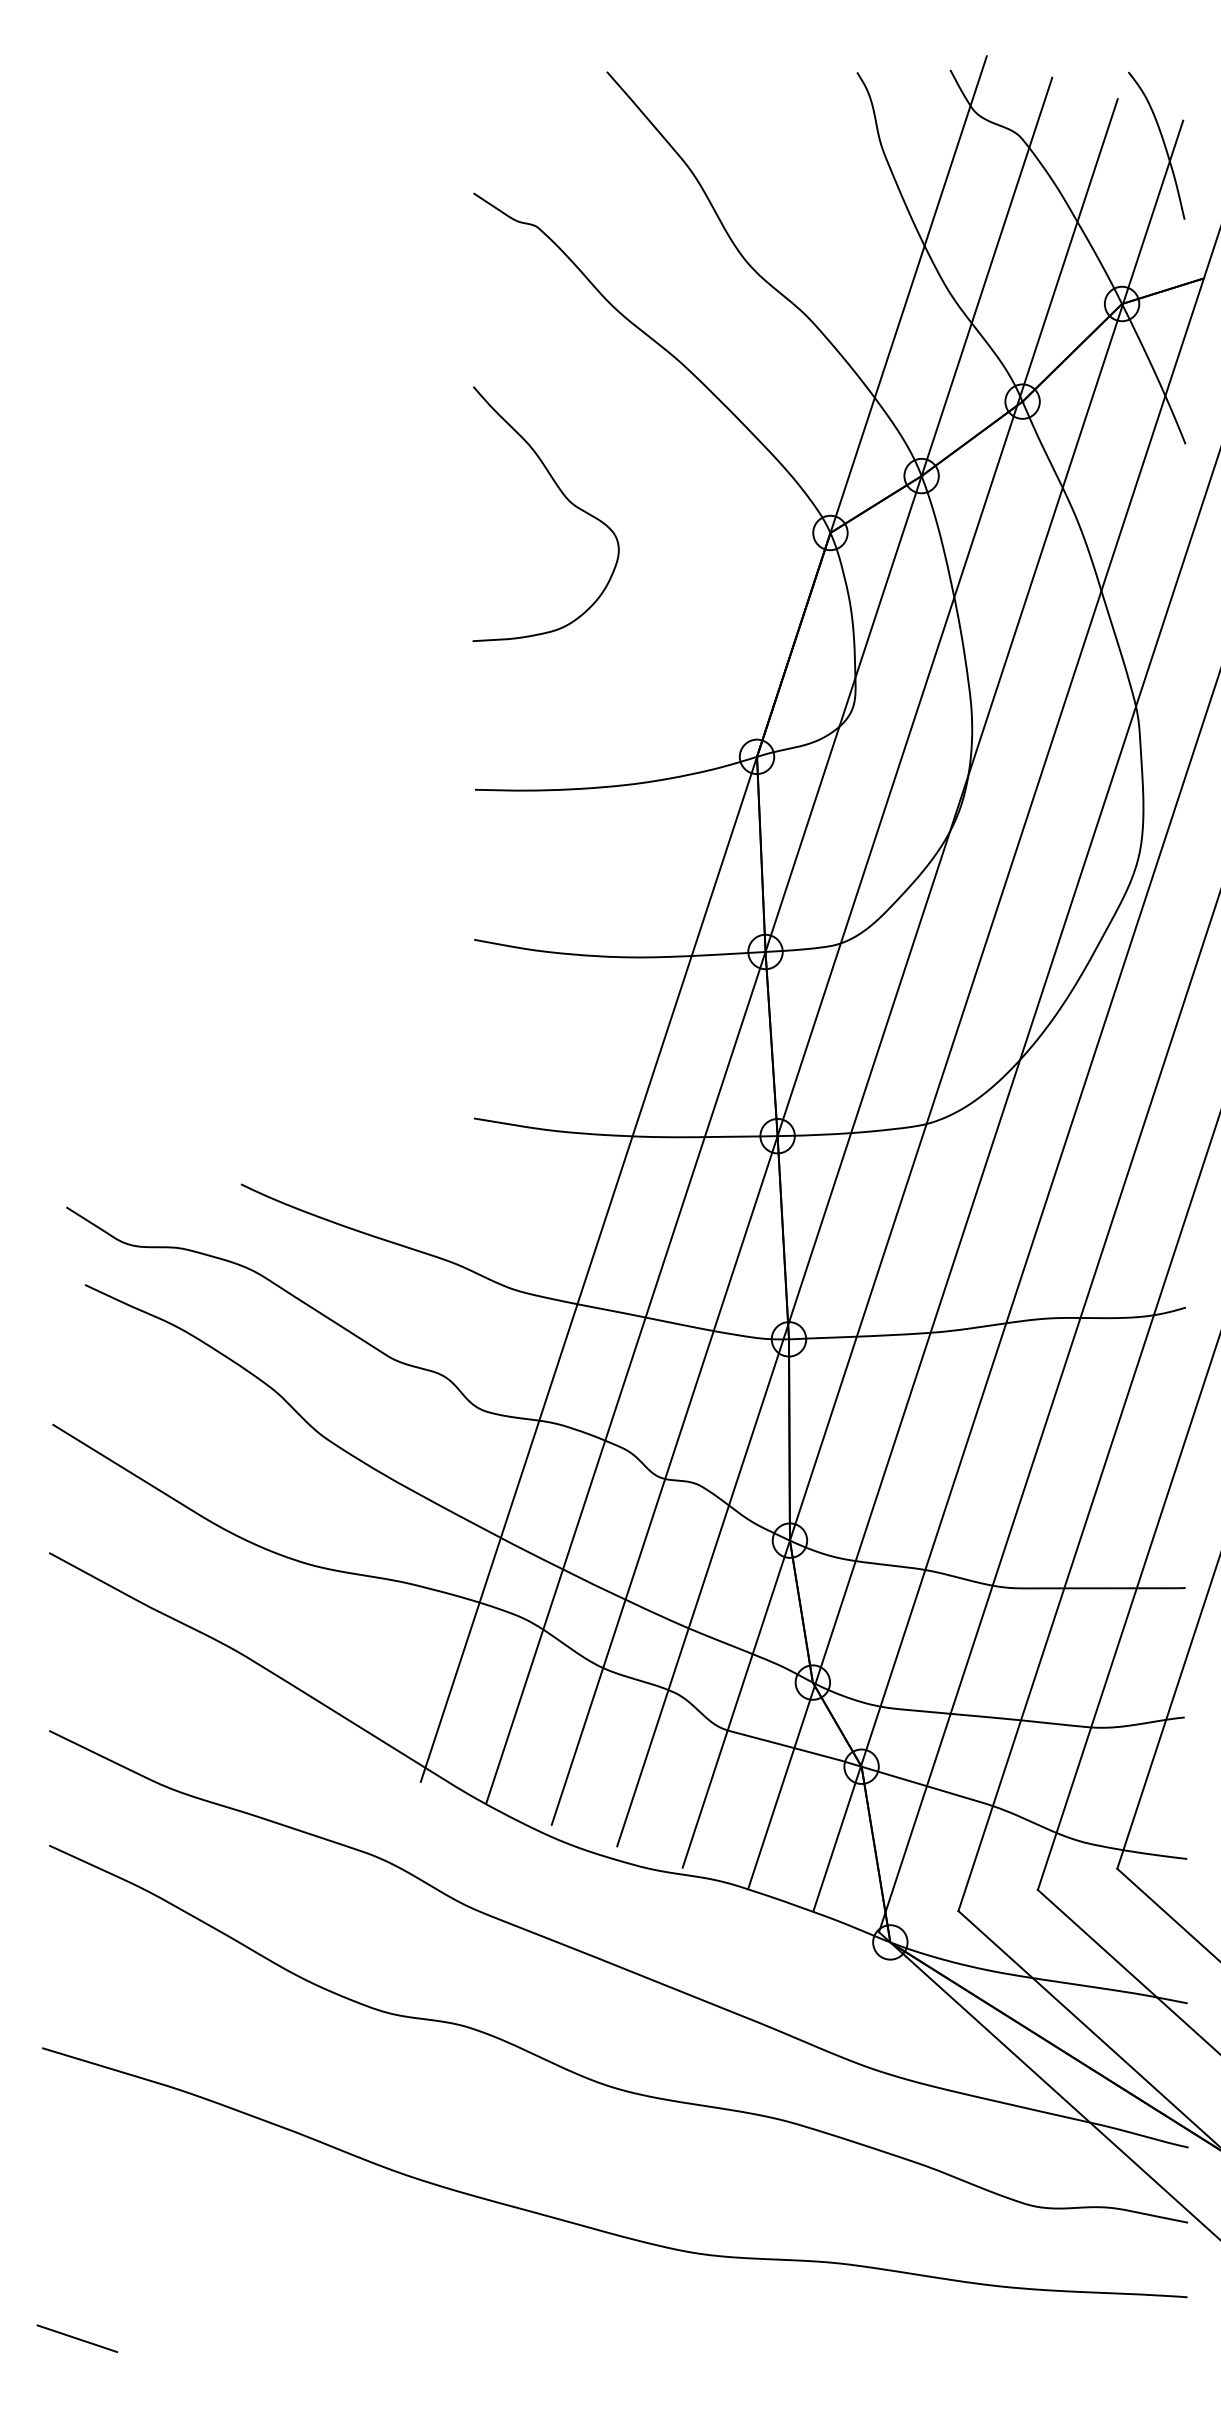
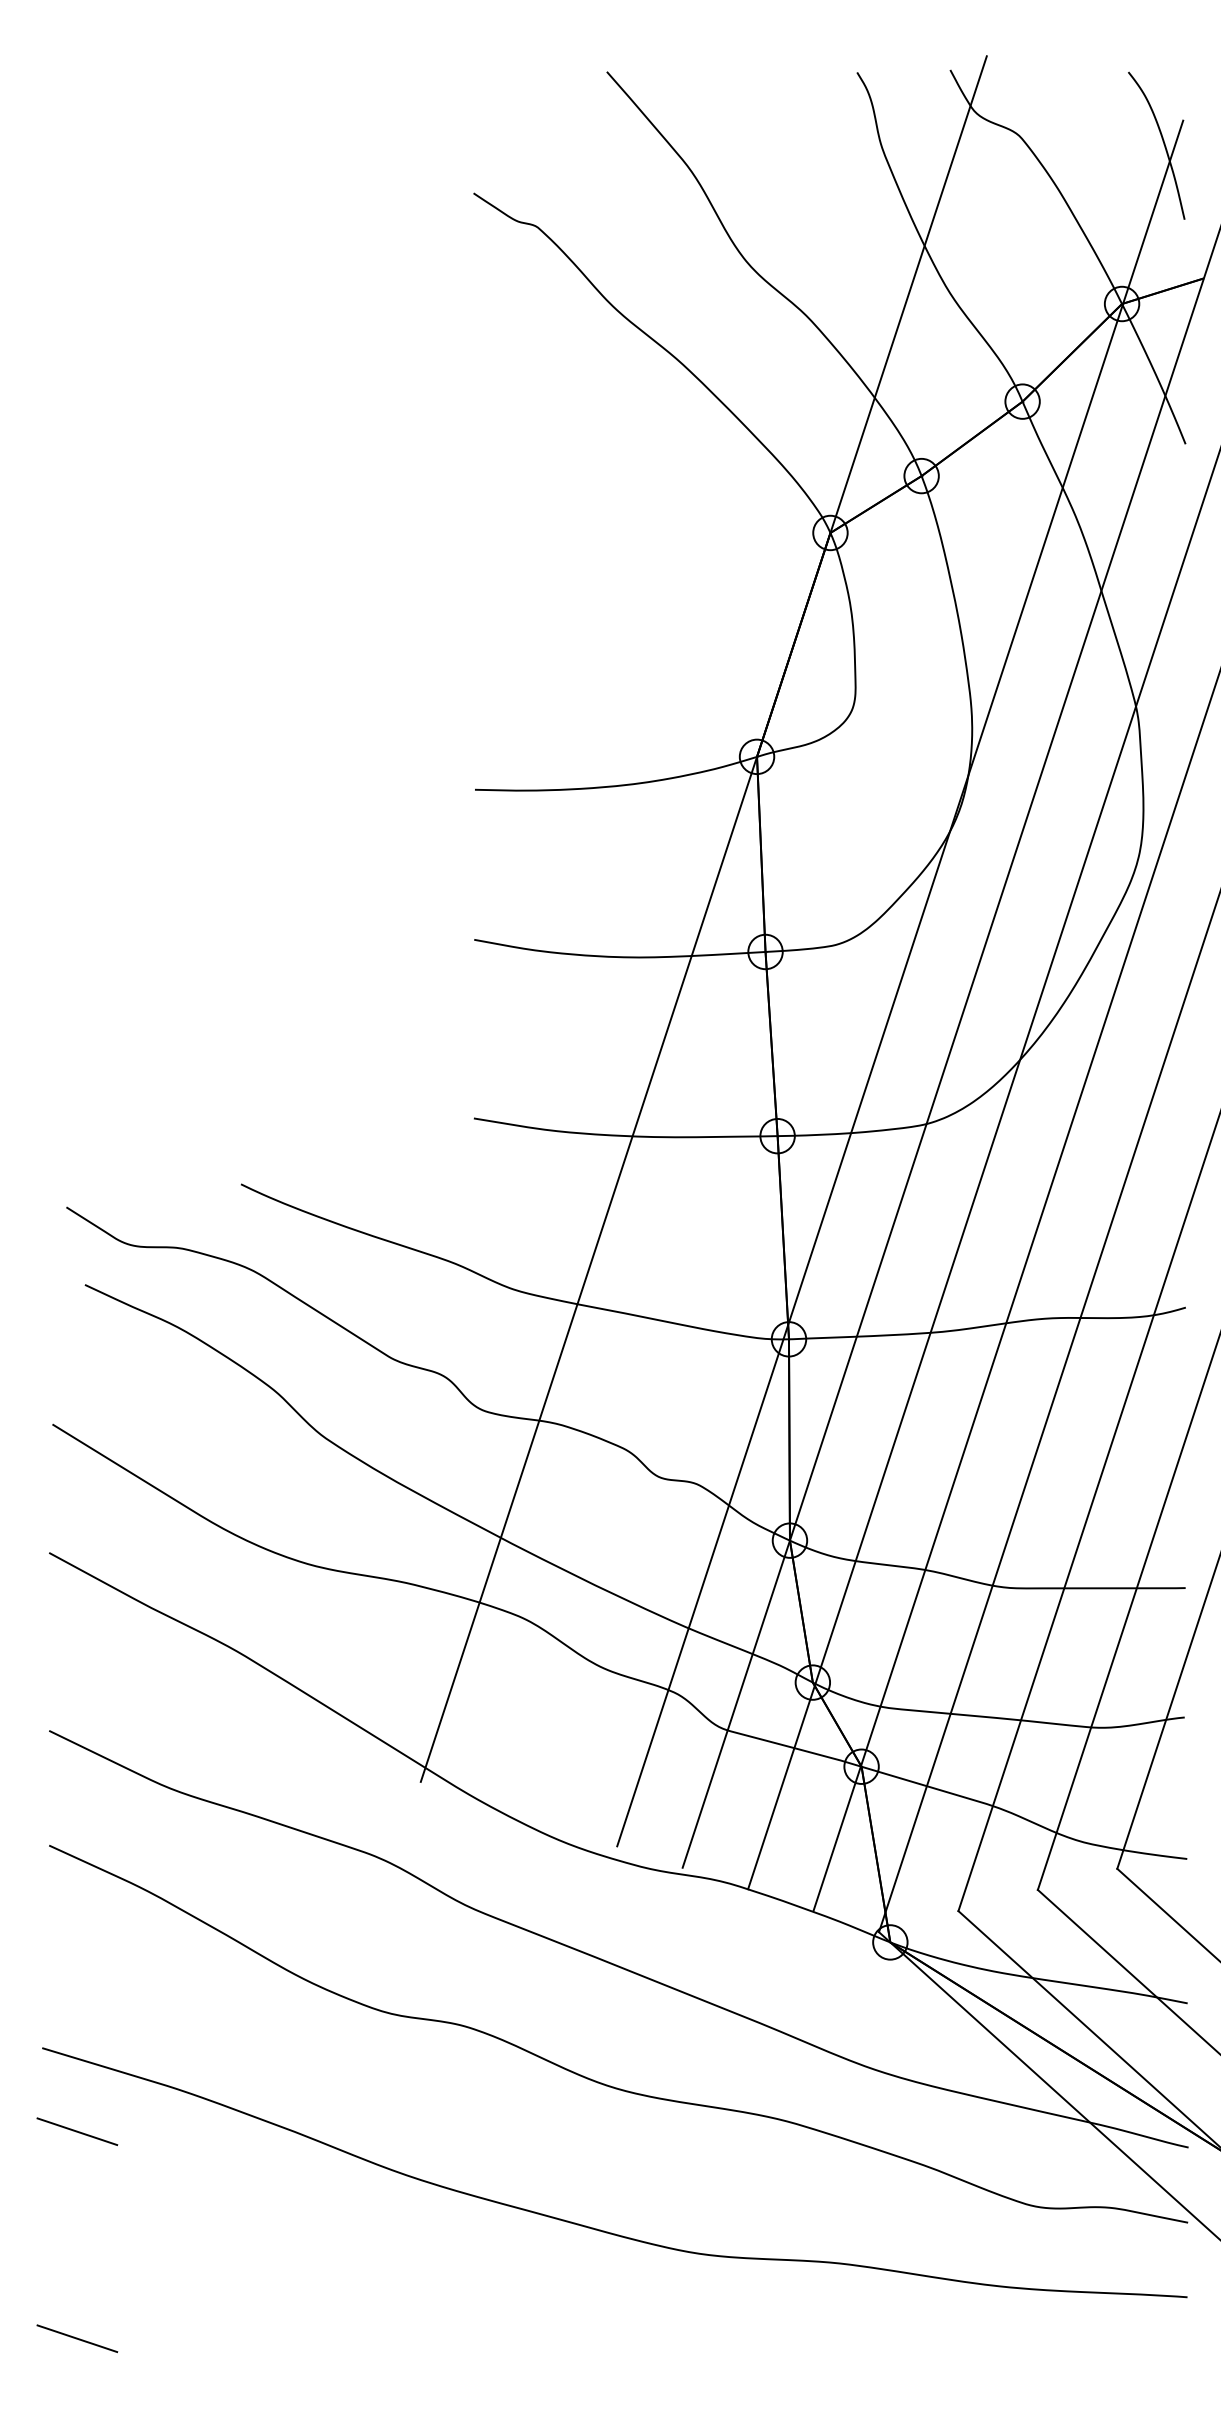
curve at (564, 497): present -> none
line at (769, 940): present -> none
line at (834, 961): present -> none
line at (77, 2131): none -> present
